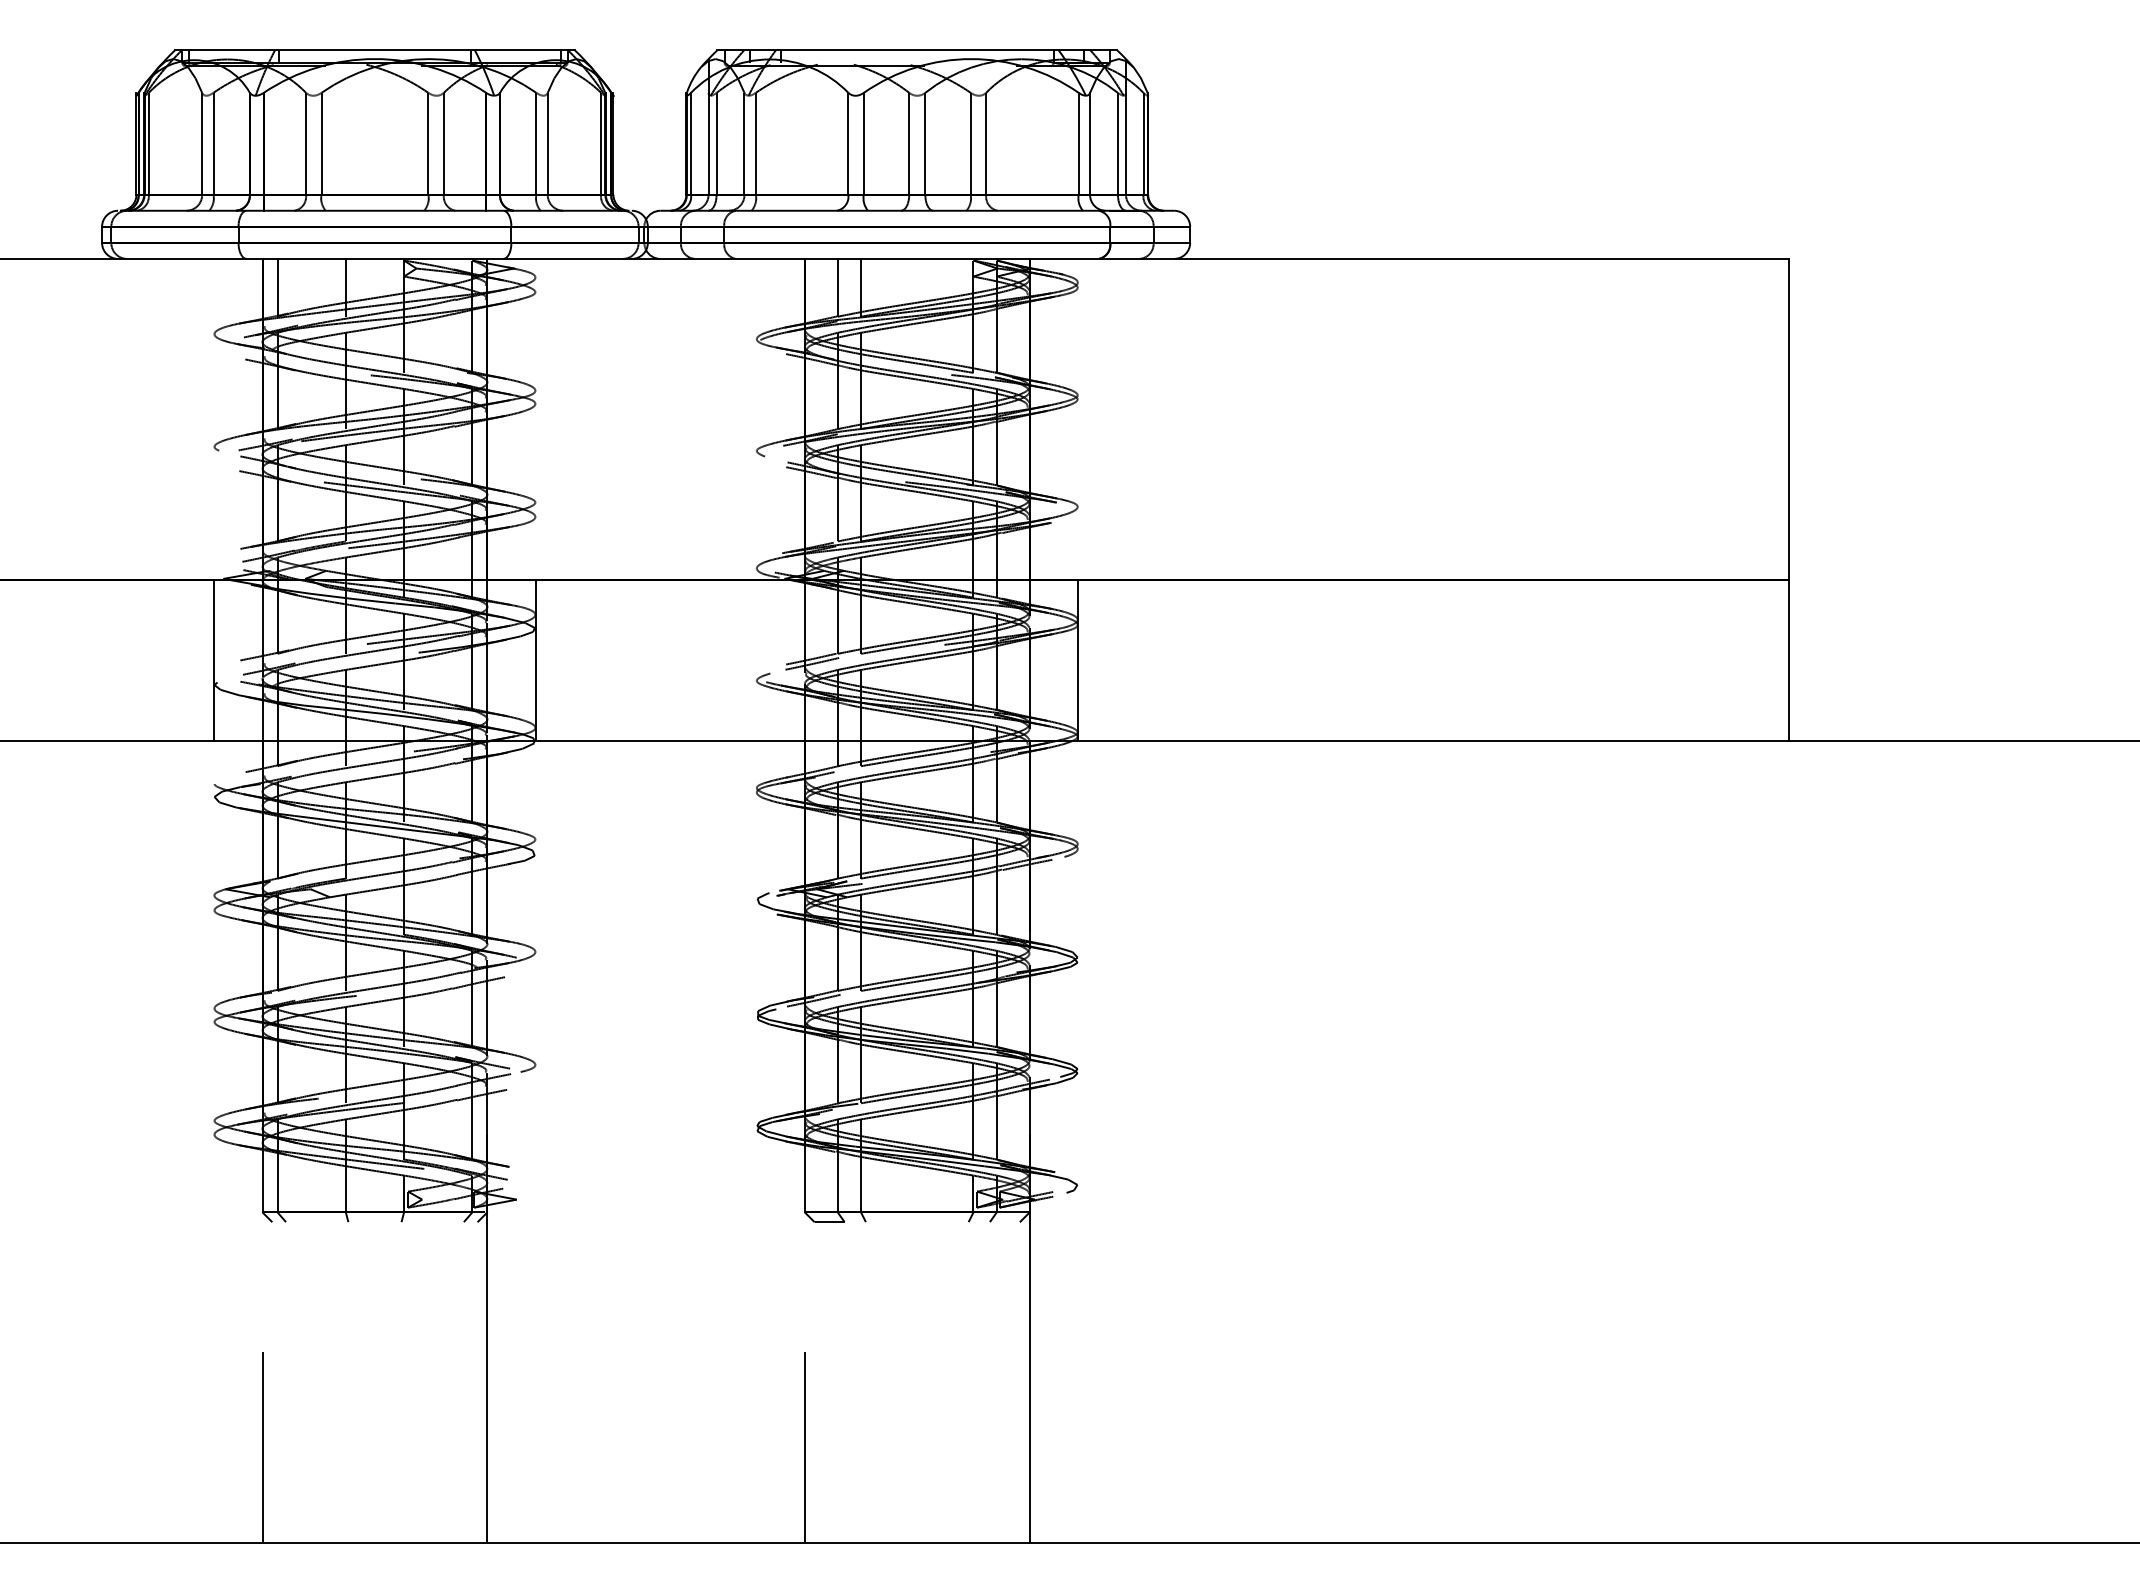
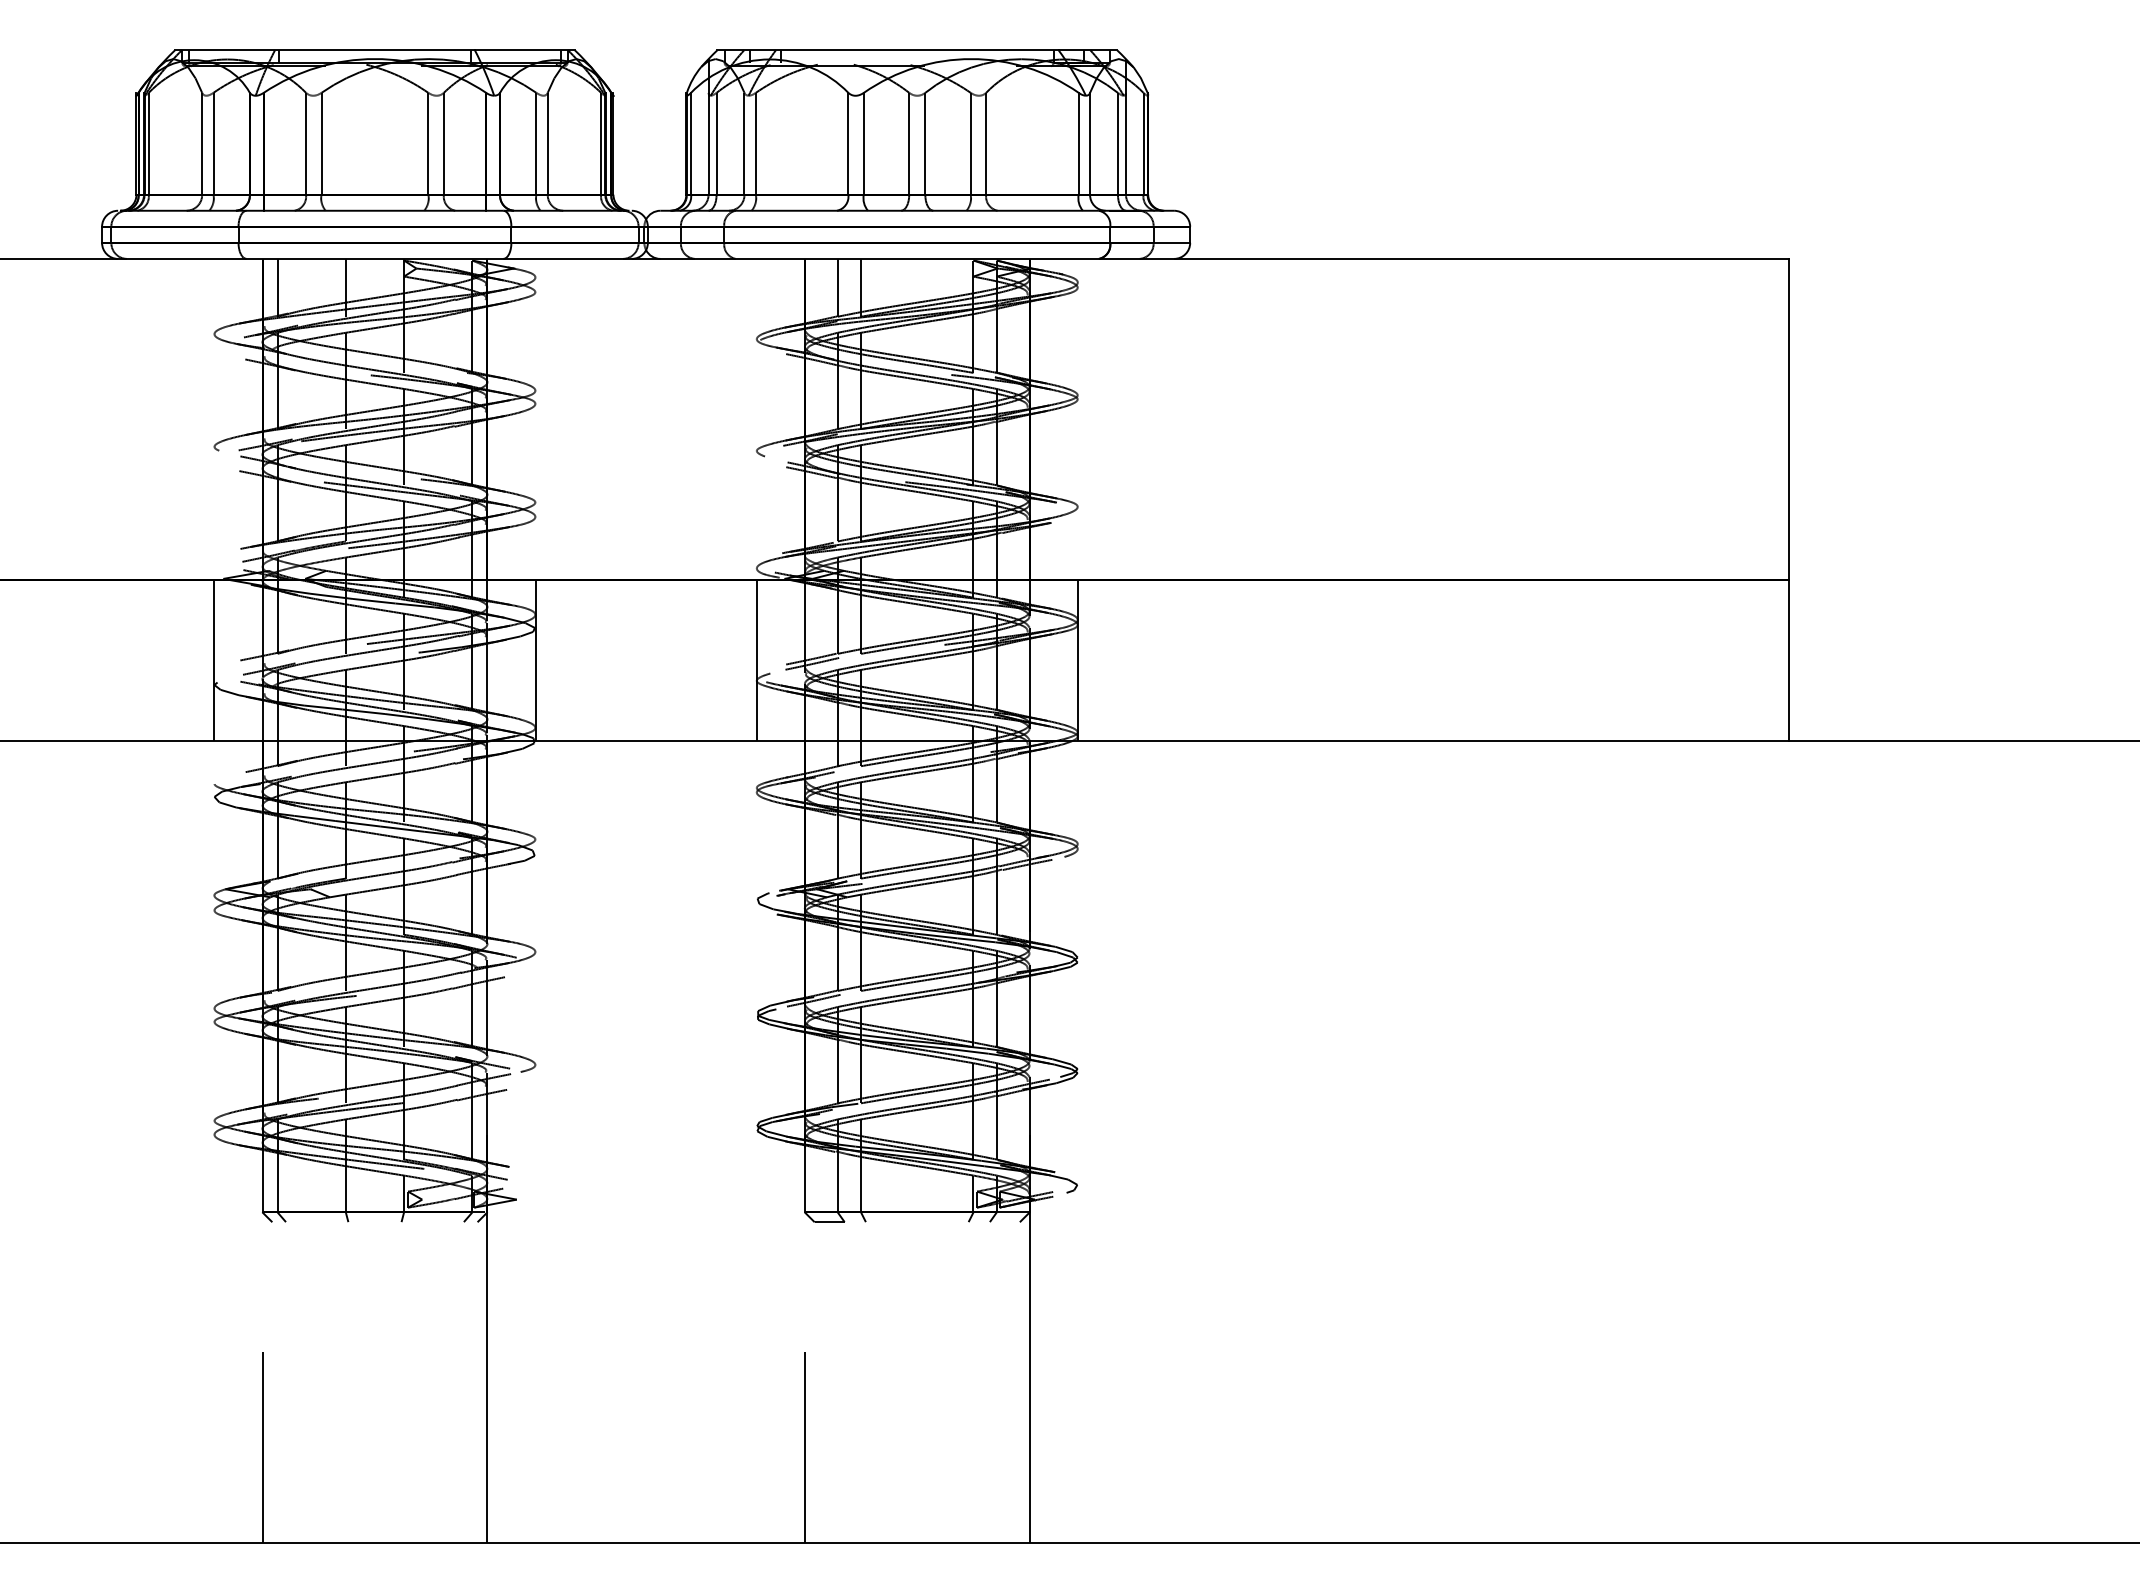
line at (756, 660): none -> present
